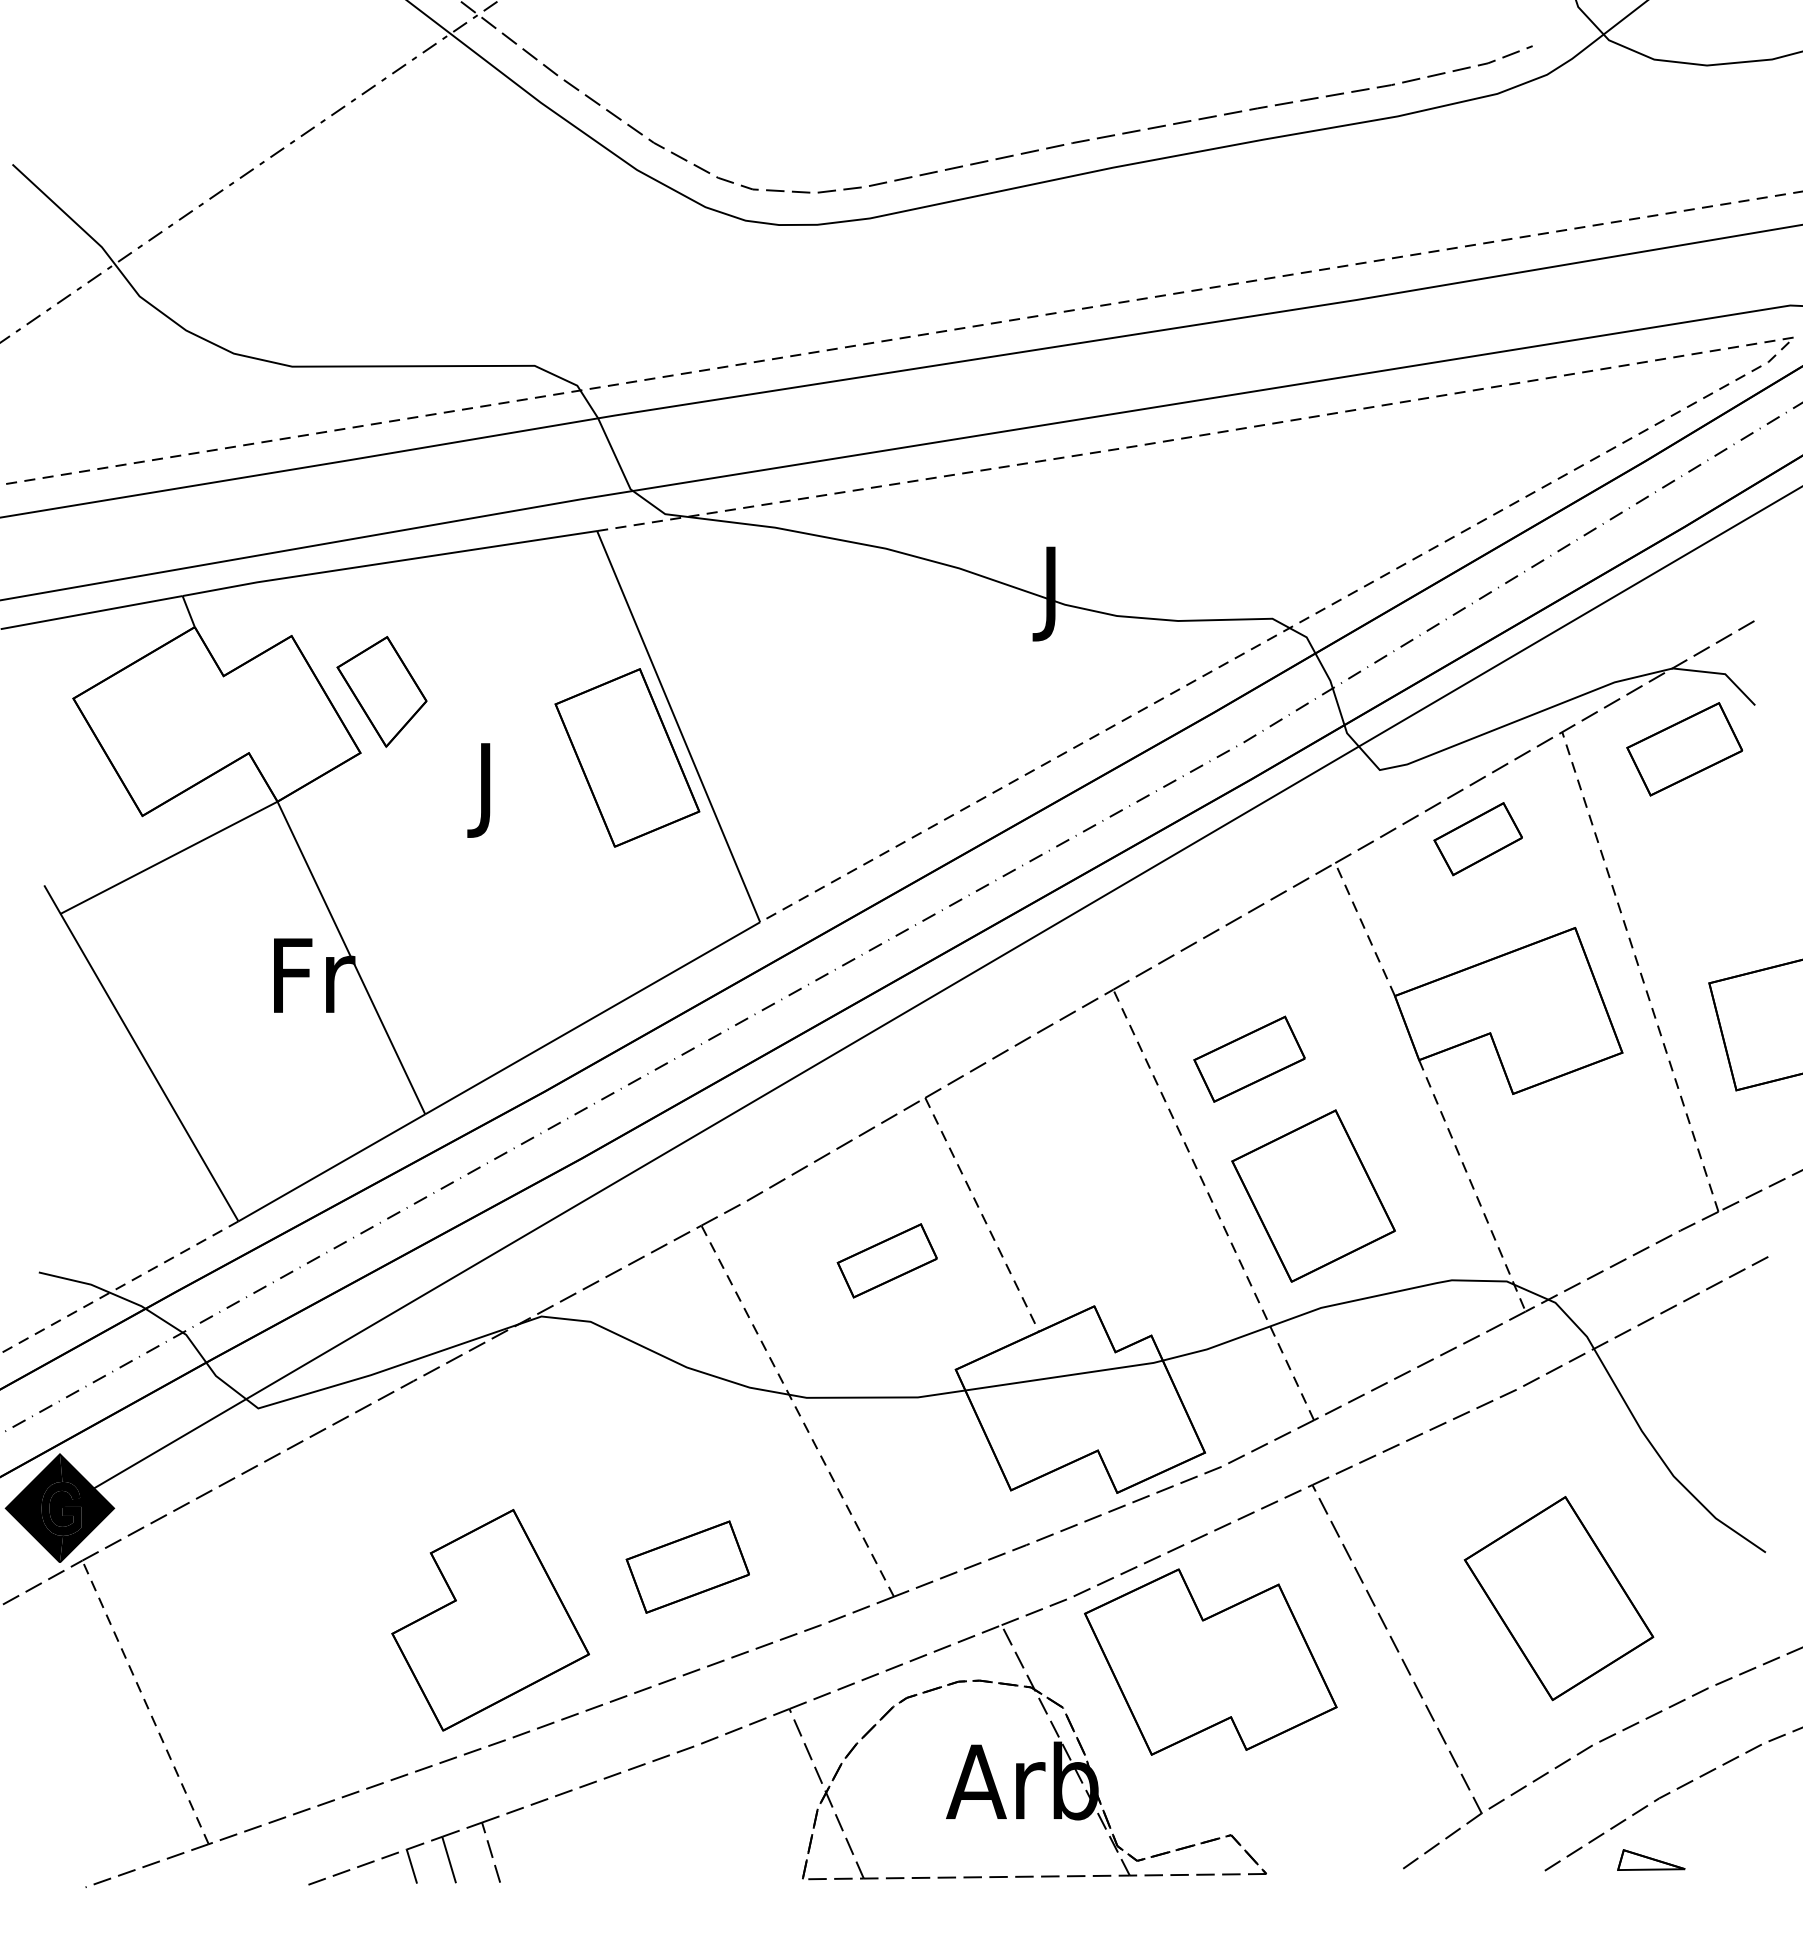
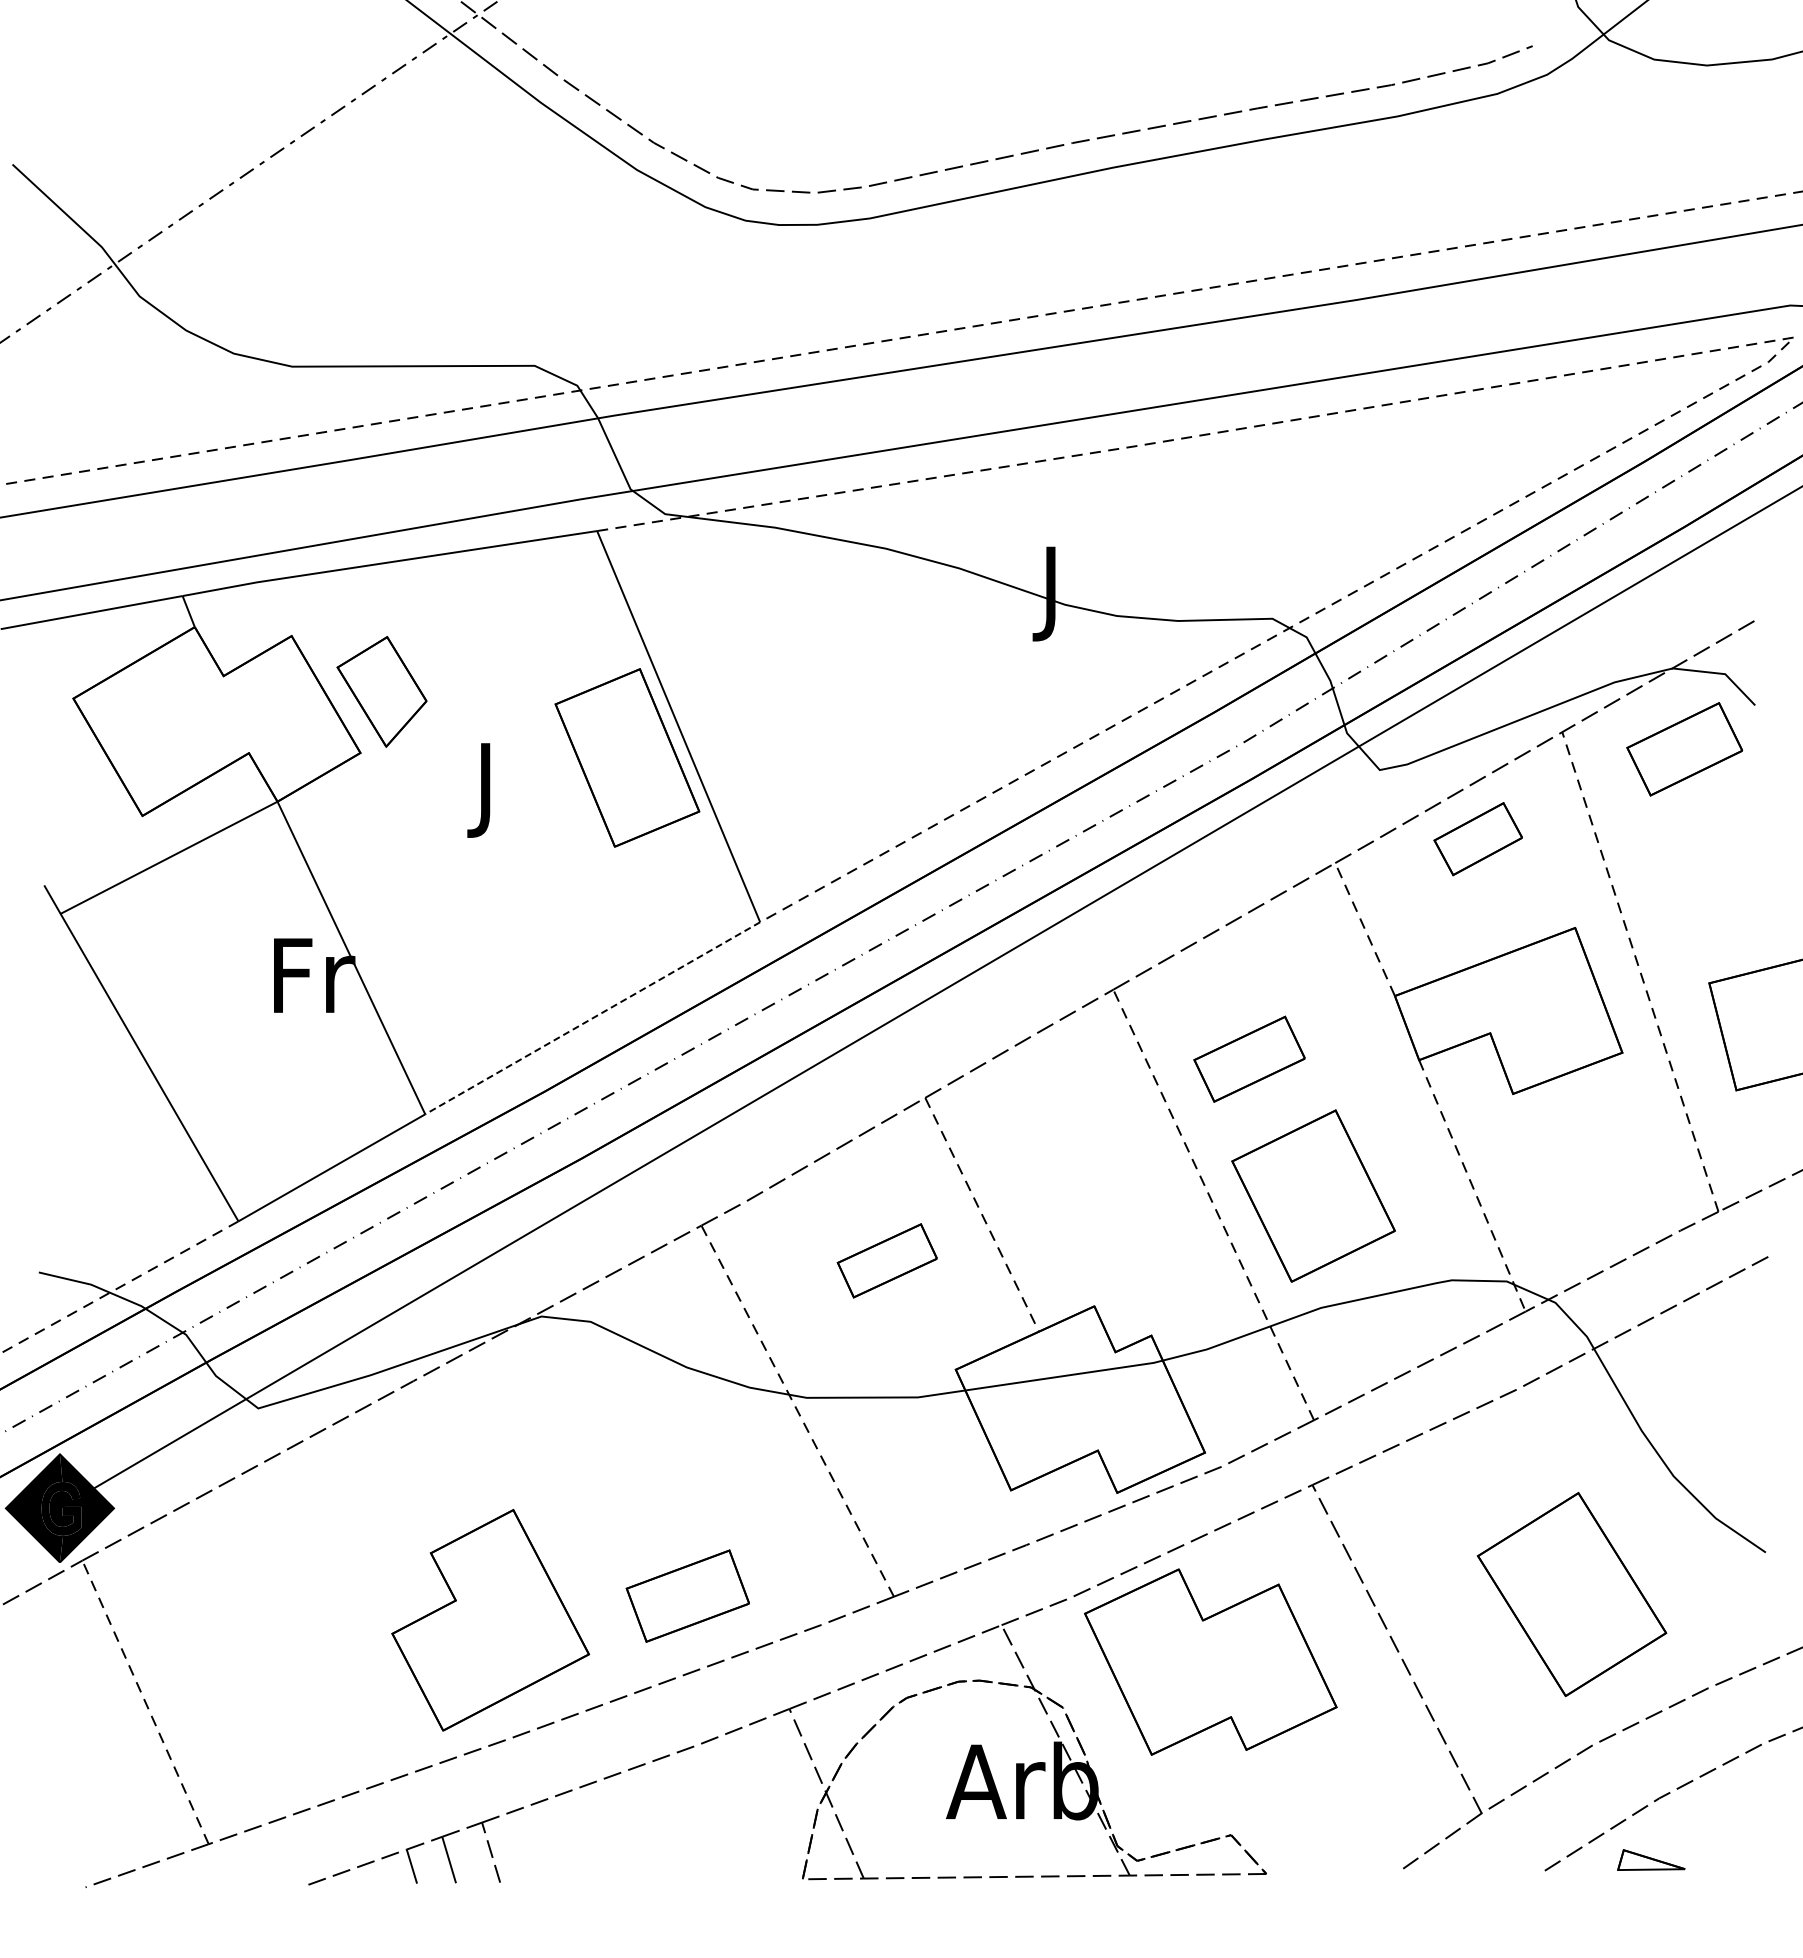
line at (592, 1018): solid -> dashed
part at (687, 1566) position: (687, 1566) -> (687, 1595)
part at (1558, 1598) position: (1558, 1598) -> (1571, 1594)
